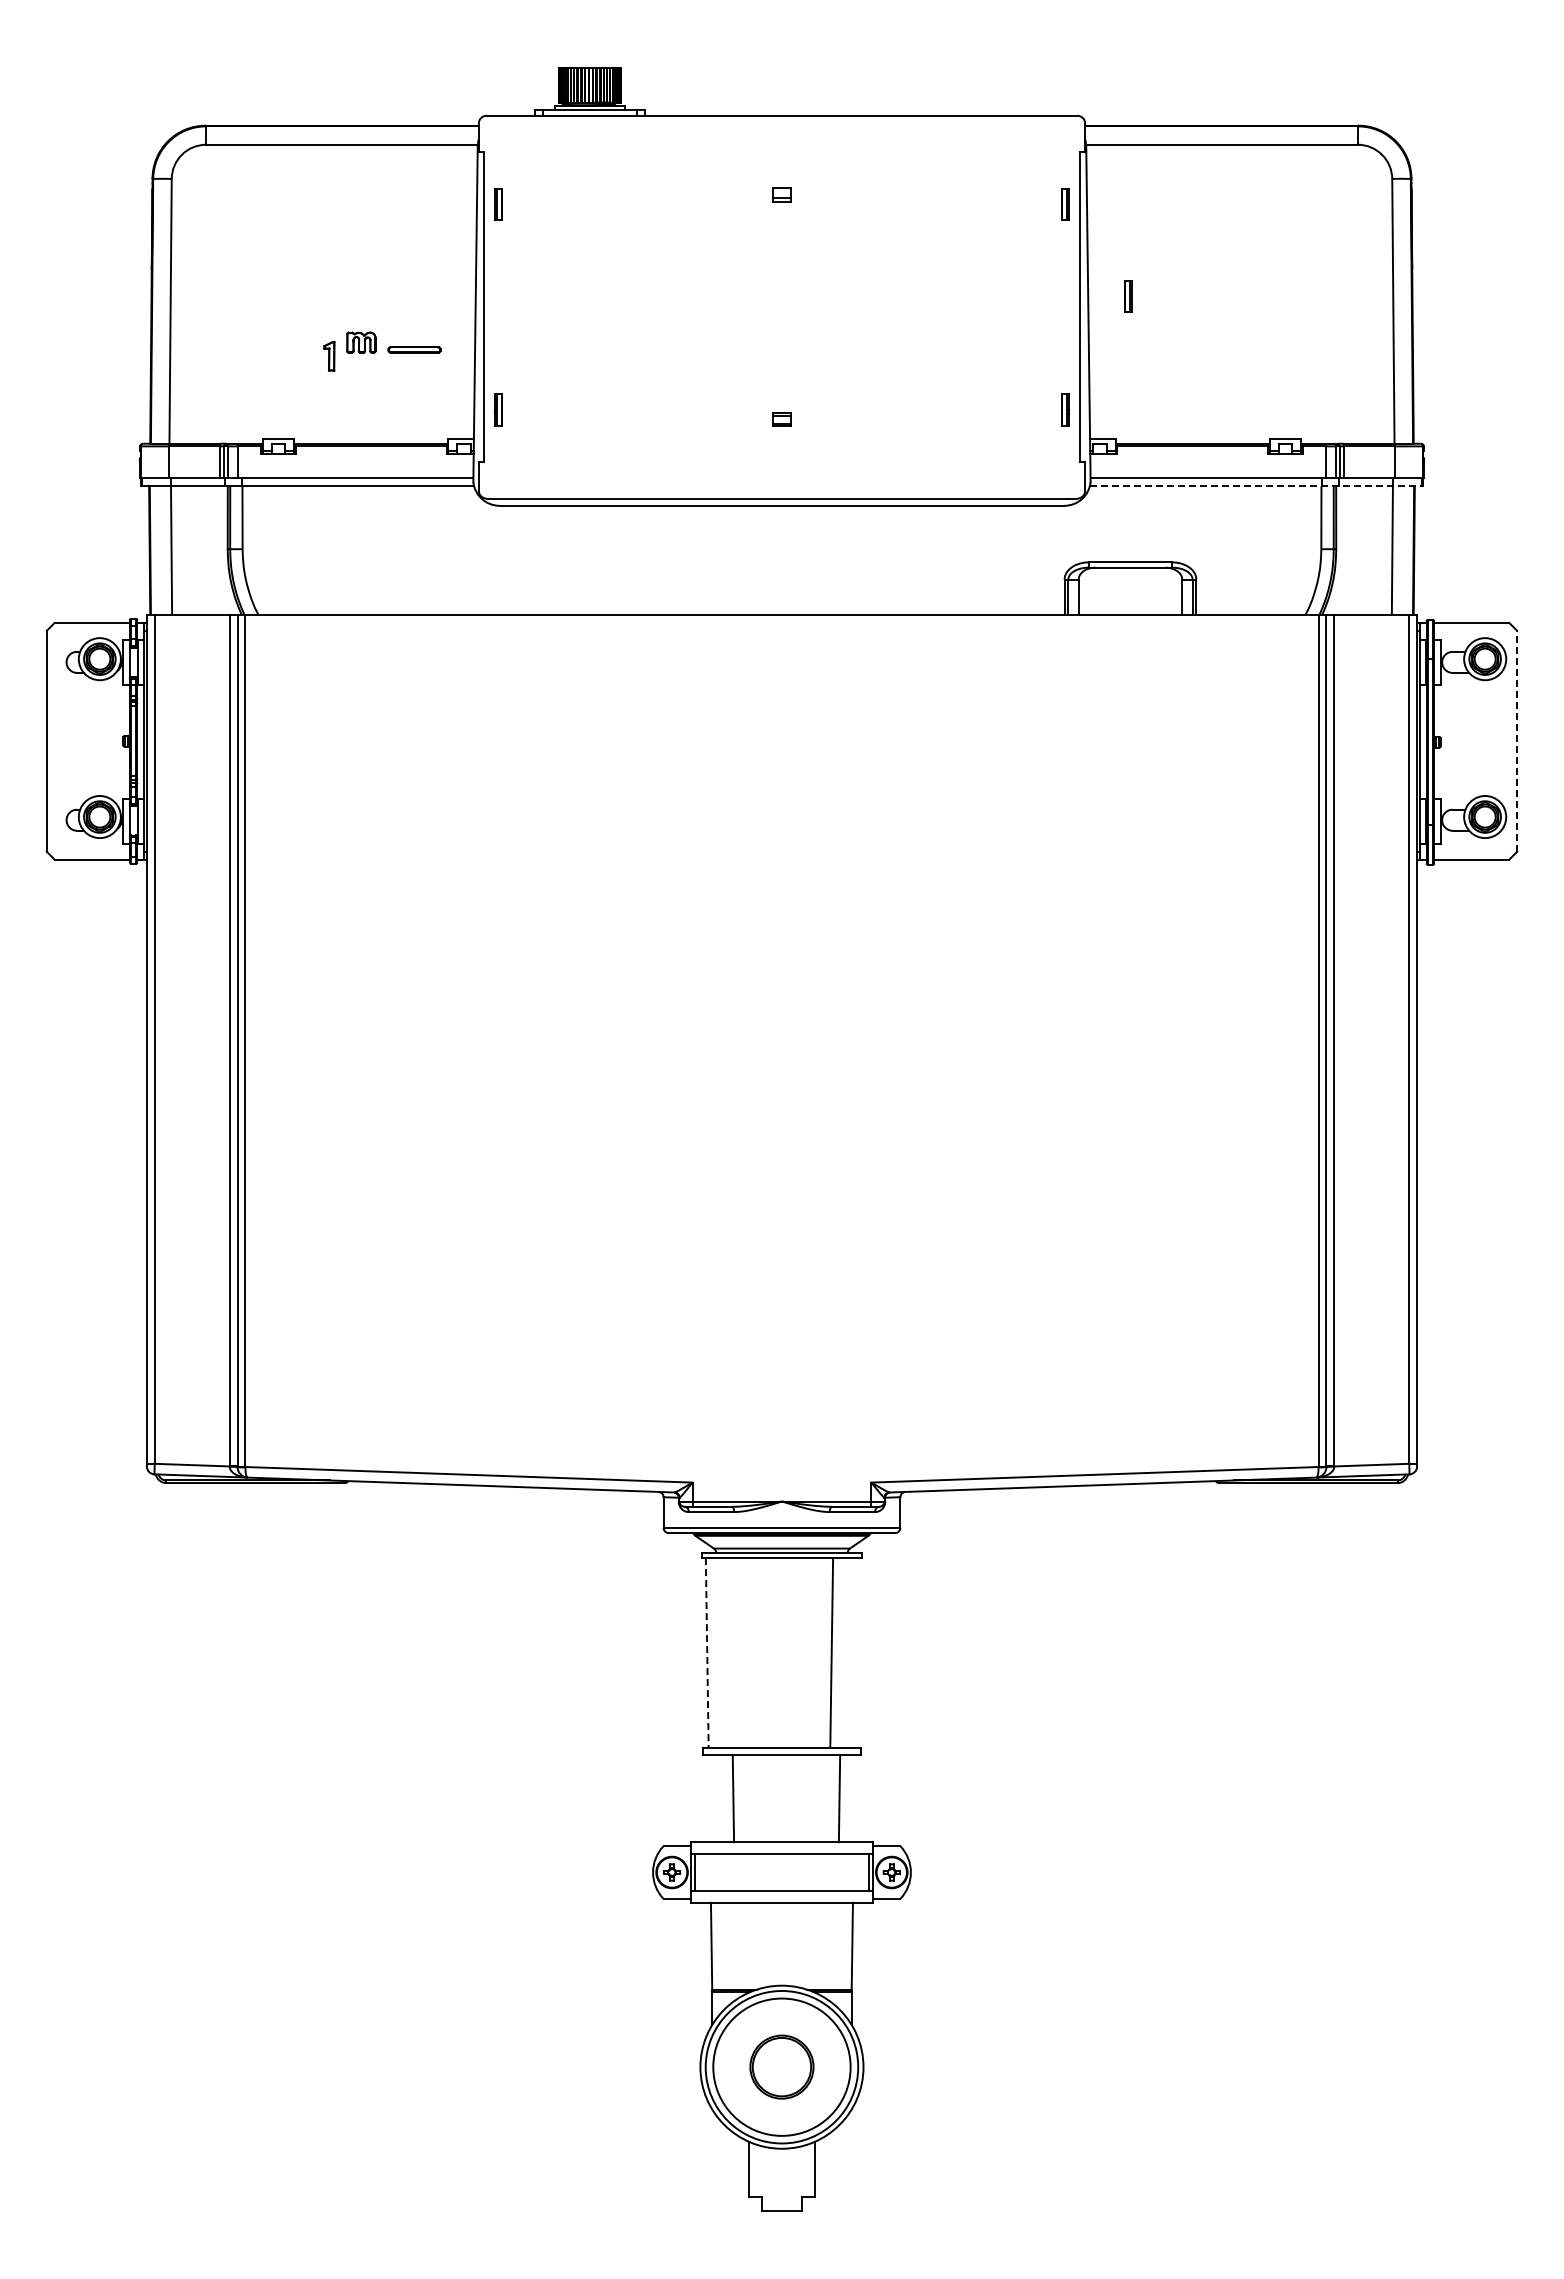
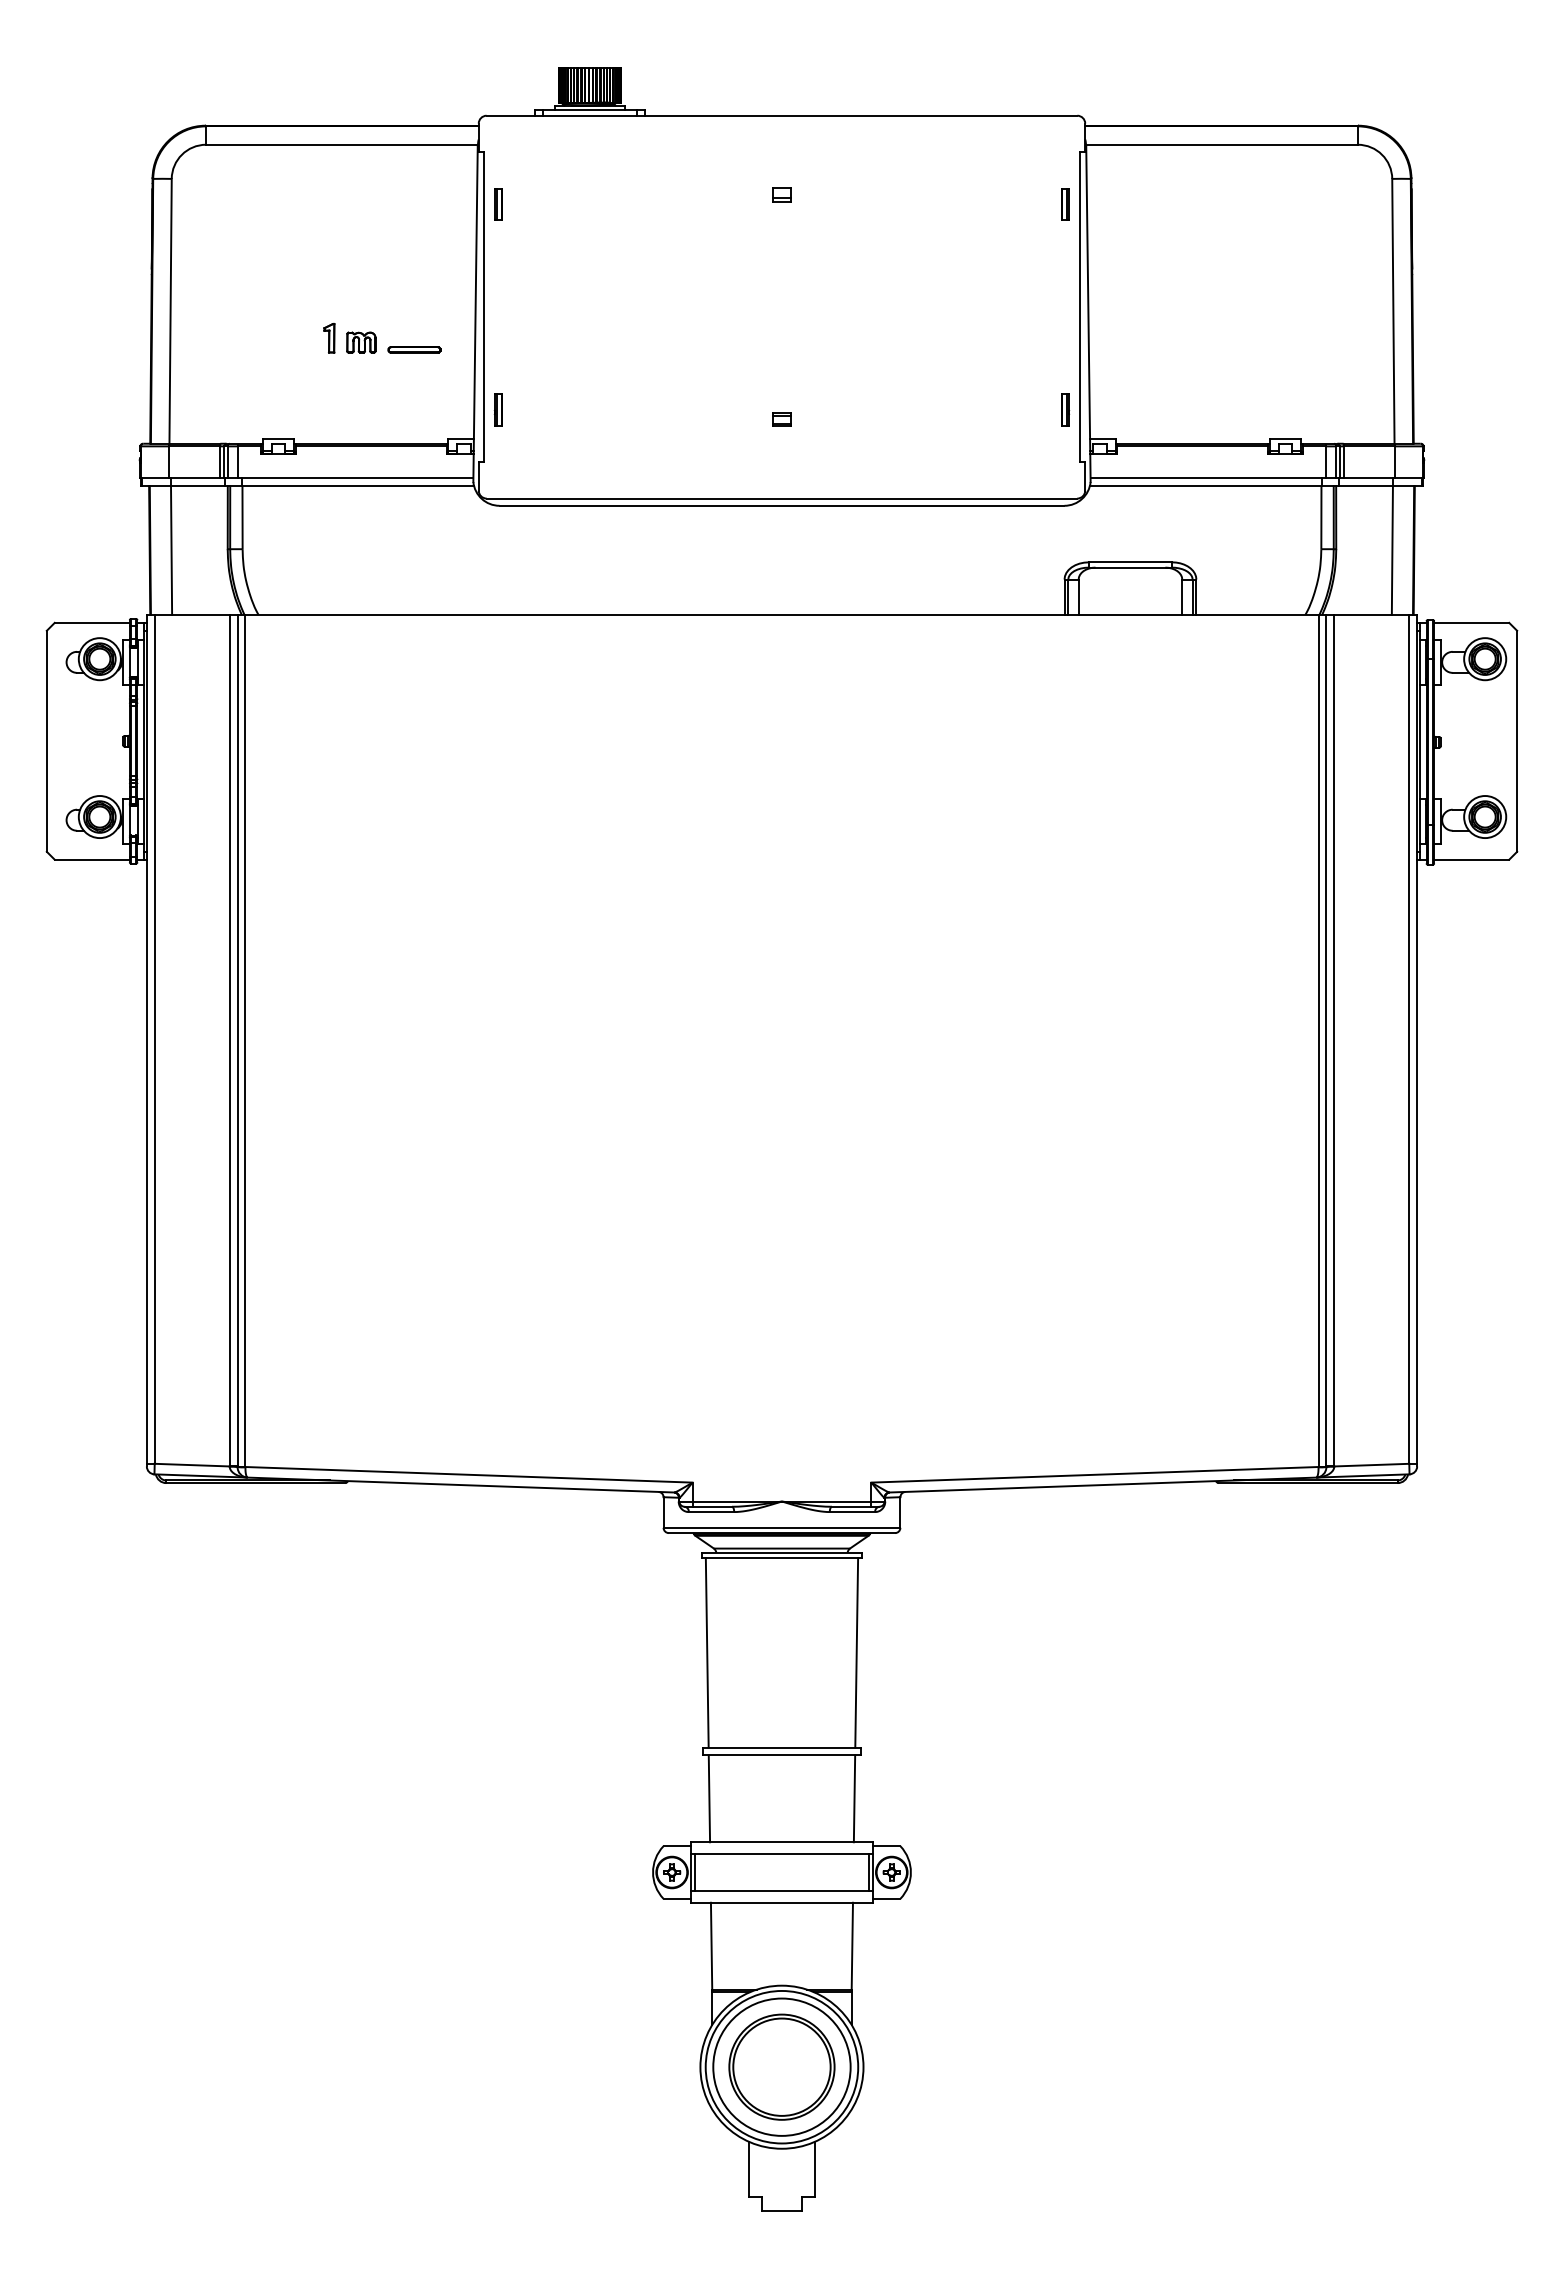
part at (1128, 296): present -> none
part at (329, 356) position: (329, 356) -> (329, 338)
line at (1256, 486): dashed -> solid
line at (1517, 741): dashed -> solid
line at (707, 1652): dashed -> solid
line at (831, 1652) position: (831, 1652) -> (856, 1652)
line at (733, 1798) position: (733, 1798) -> (709, 1798)
line at (839, 1798) position: (839, 1798) -> (854, 1798)
part at (781, 2066) size: 66x66 px -> 108x108 px
